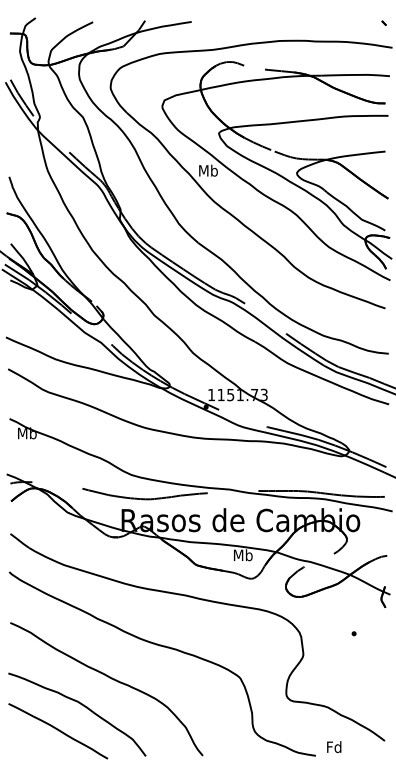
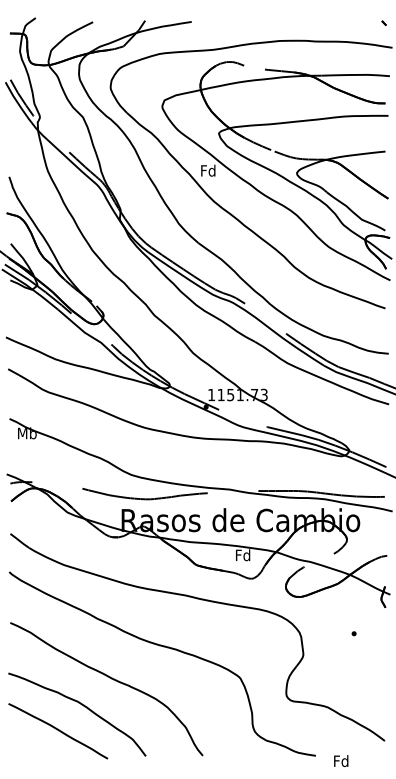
text at (208, 170): Mb -> Fd
text at (242, 555): Mb -> Fd
text at (334, 746) position: (334, 746) -> (341, 760)
